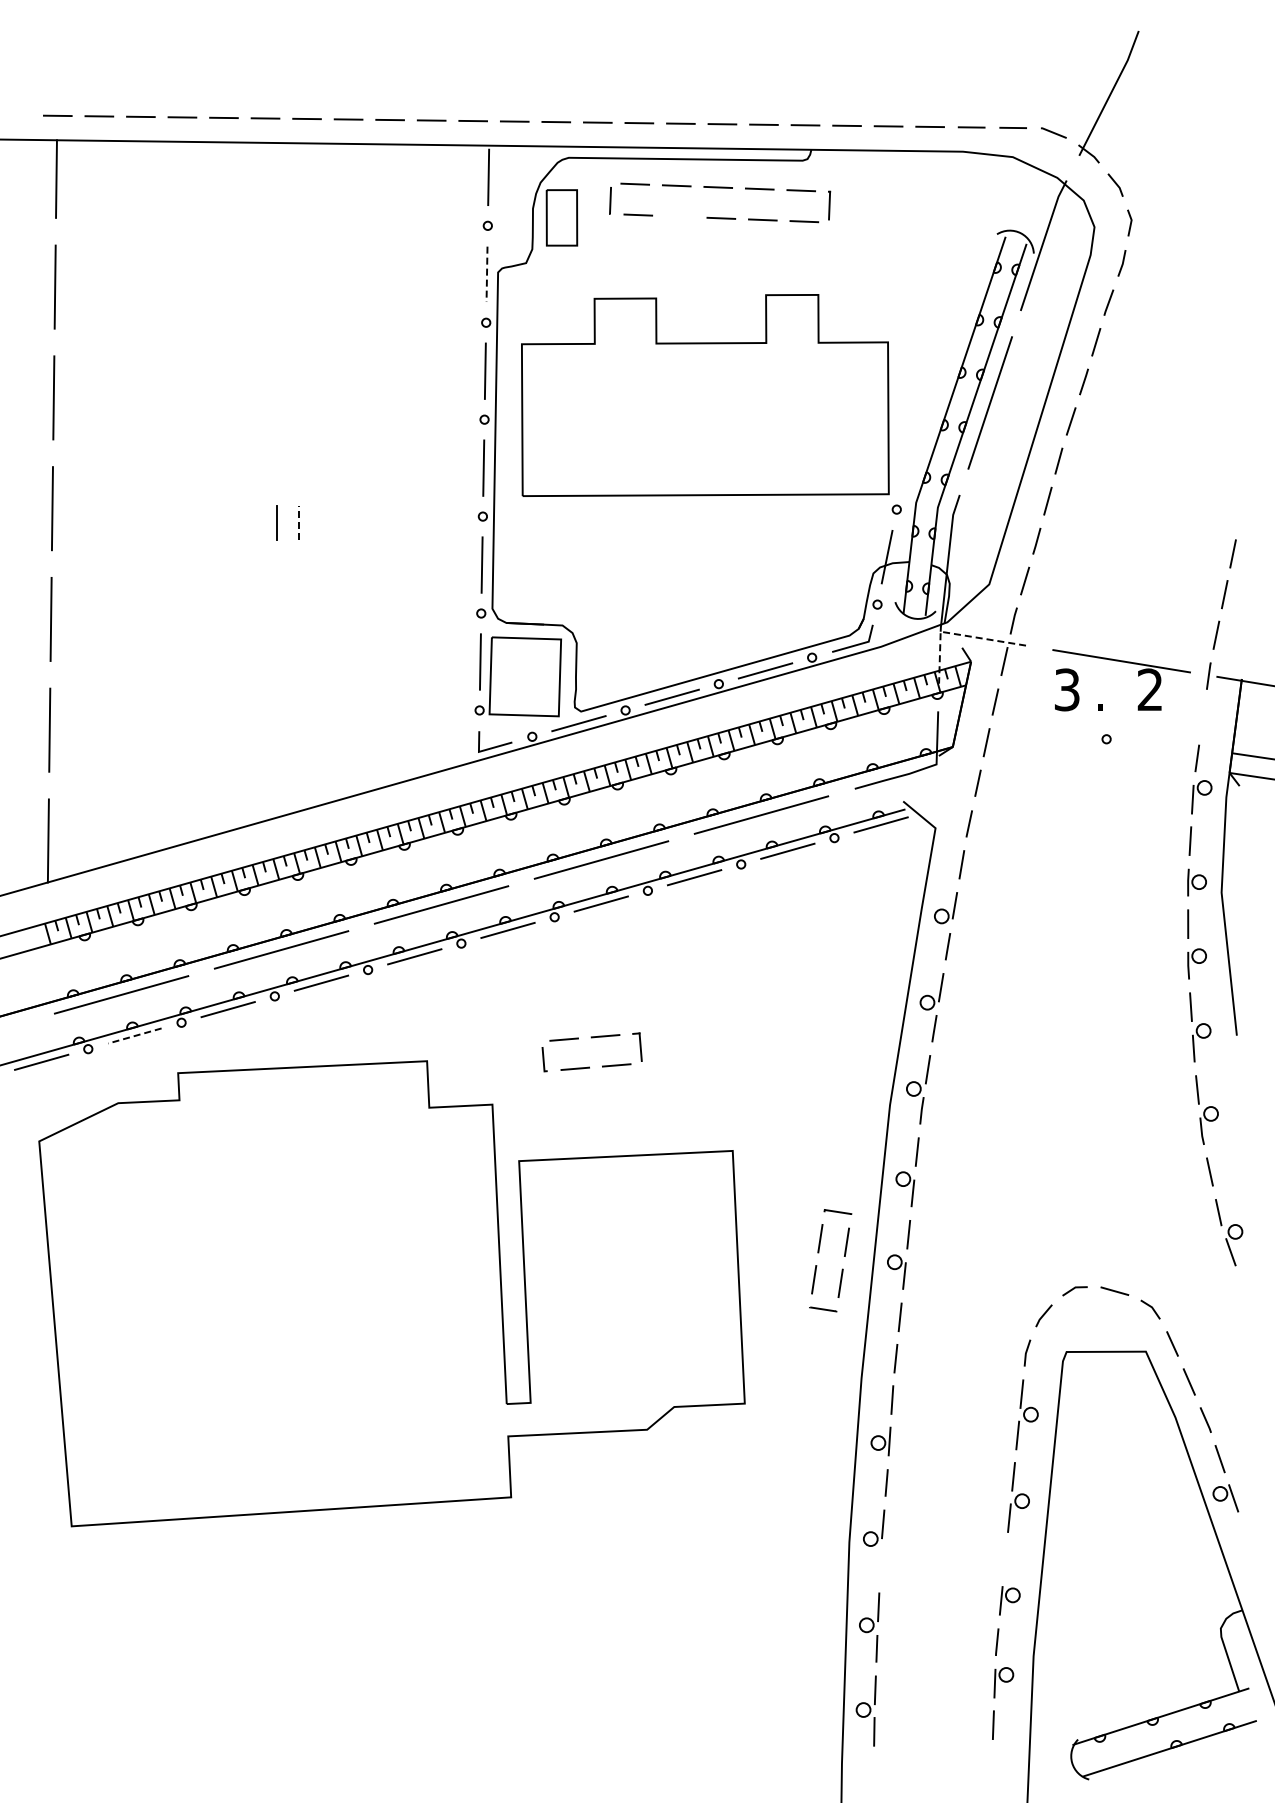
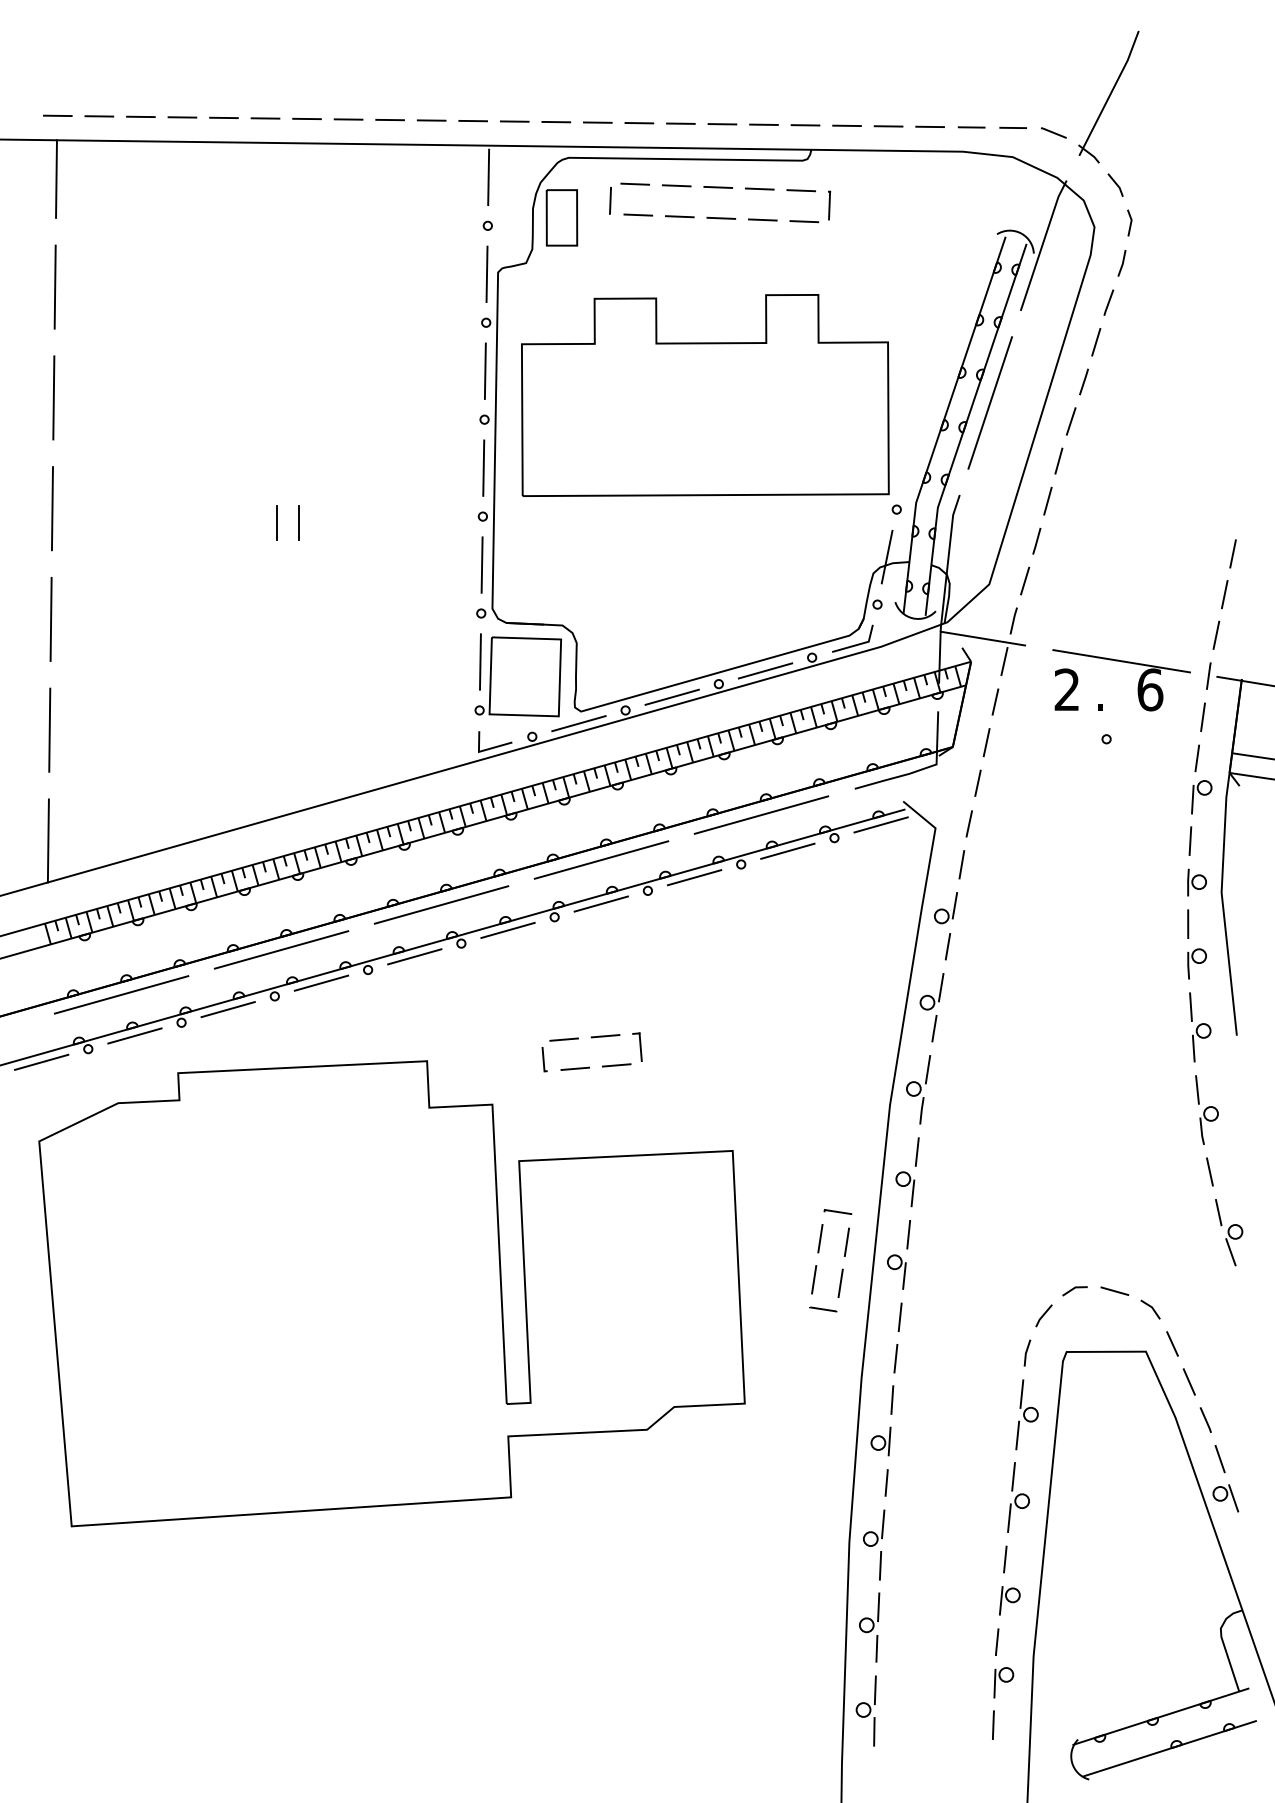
line at (679, 216): none -> present
line at (487, 274): dashed -> solid
line at (298, 523): dashed -> solid
line at (956, 634): dashed -> solid
text at (1066, 689): 3 -> 2
text at (1150, 689): 2 -> 6
line at (1202, 716): none -> present
line at (134, 1035): dashed -> solid
line at (1005, 1559): none -> present
line at (880, 1565): none -> present
